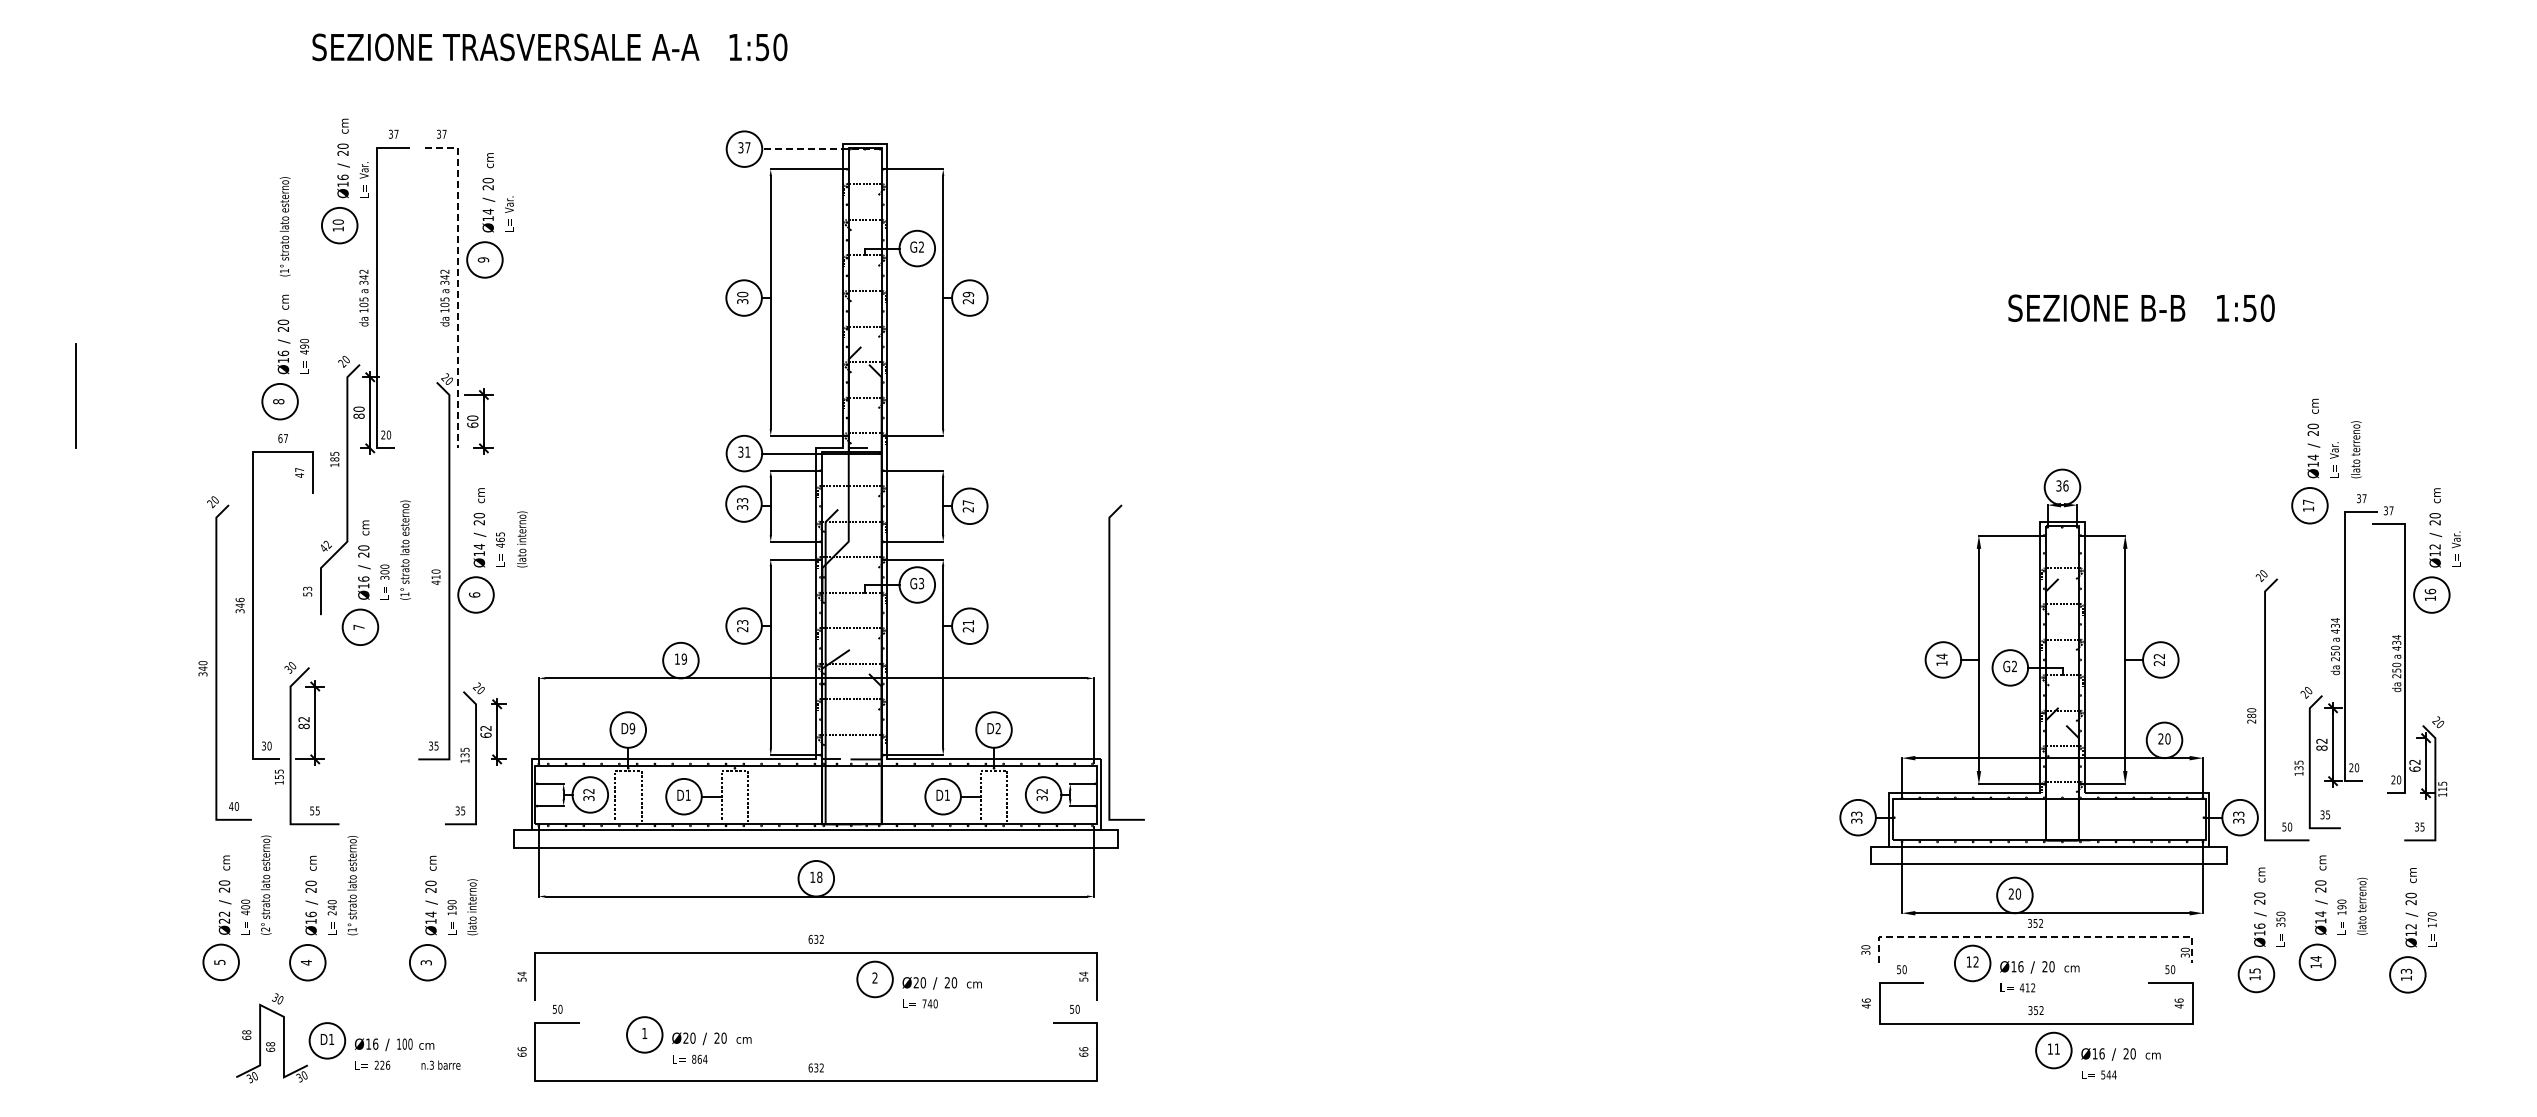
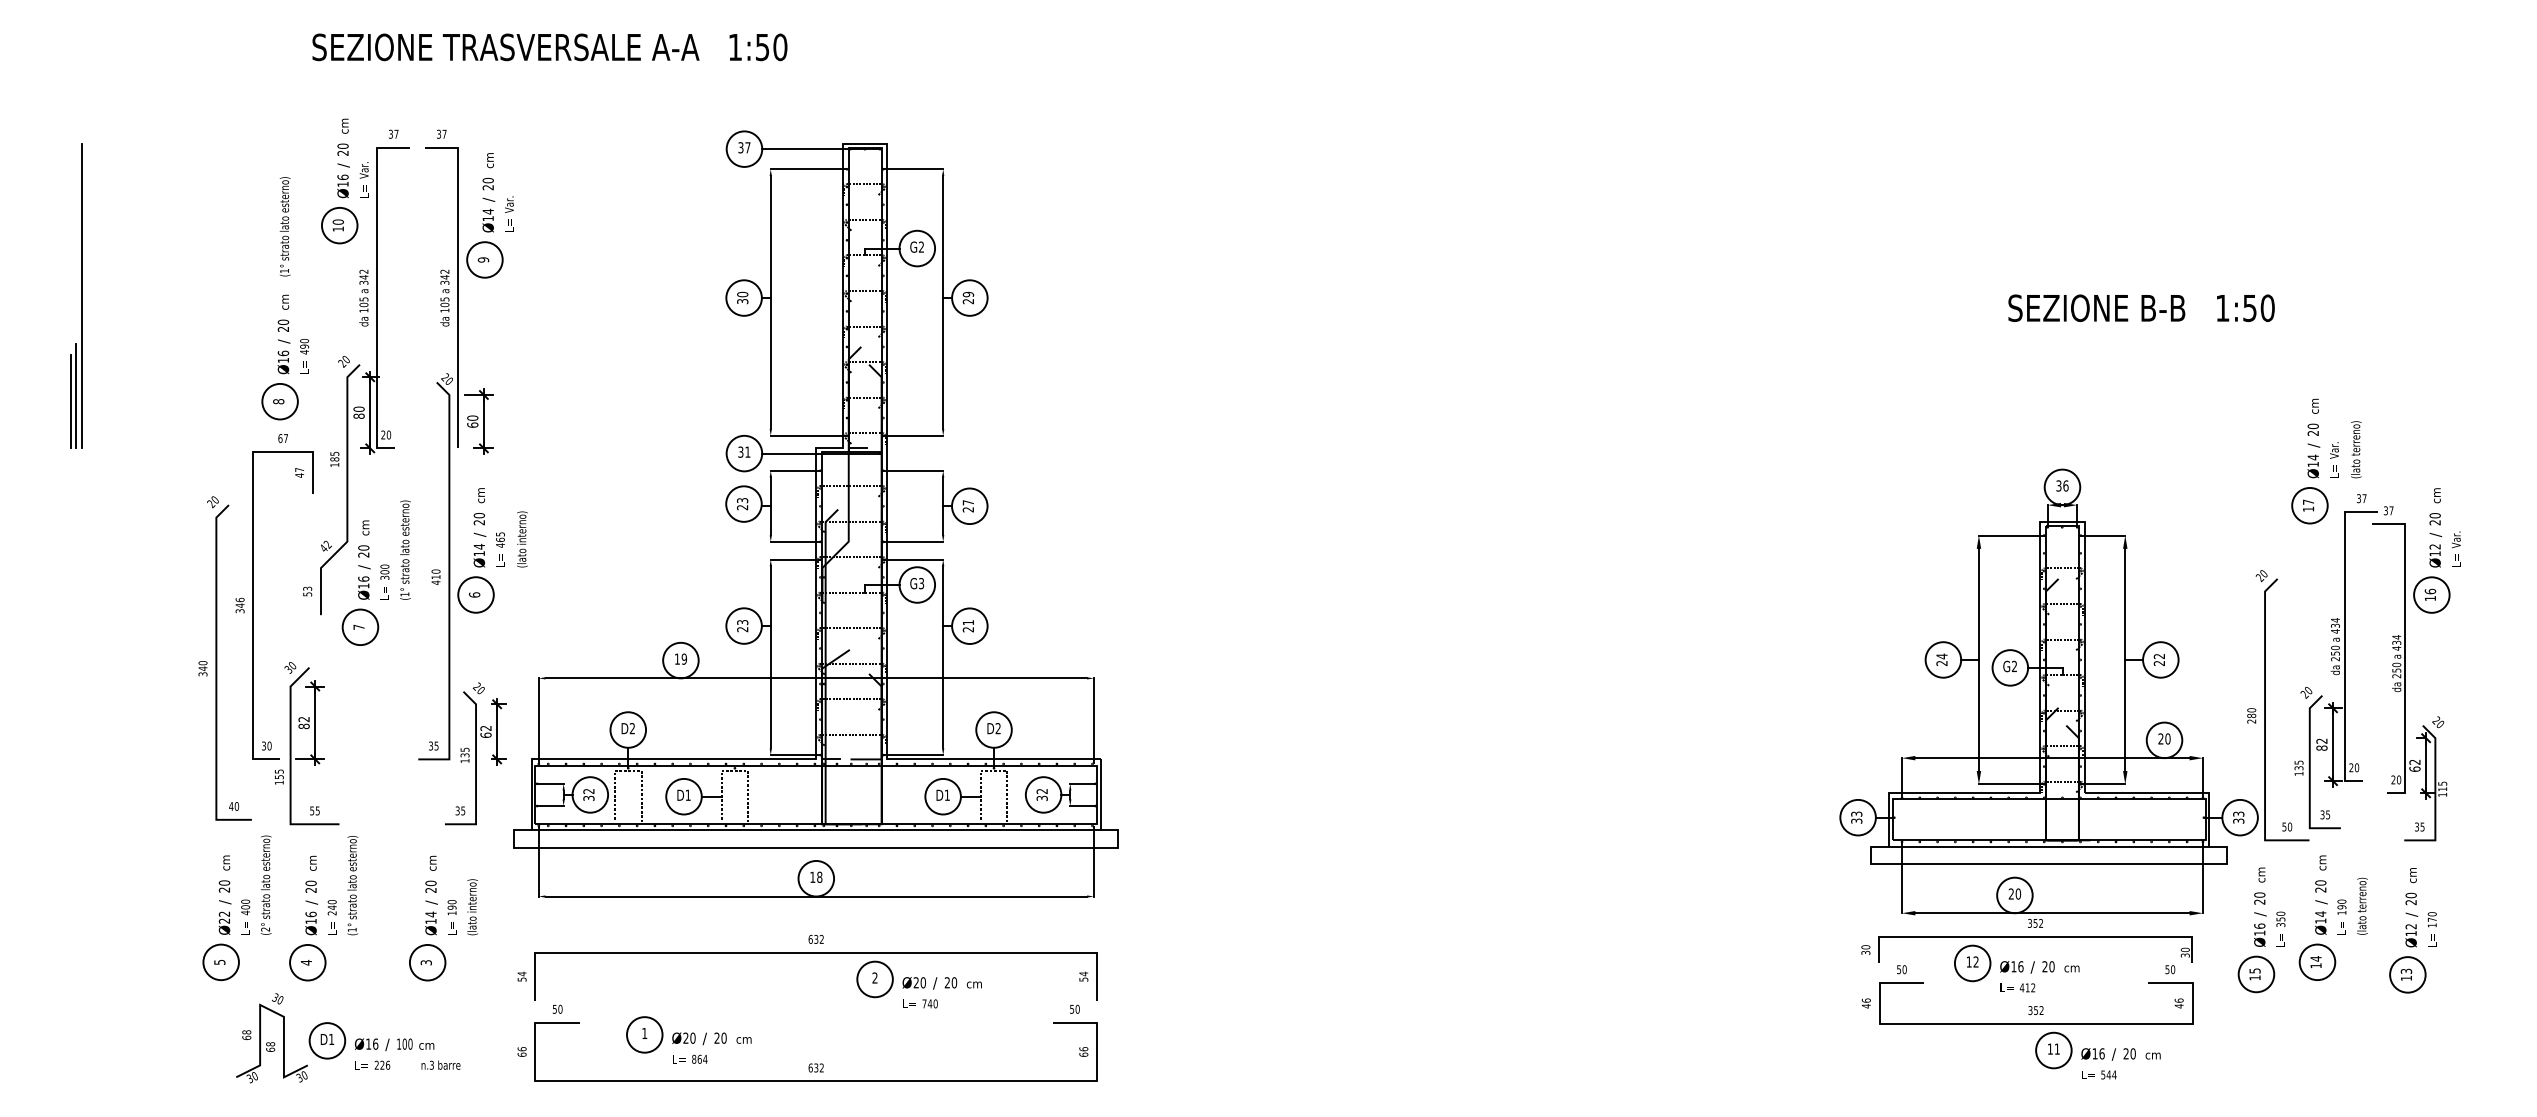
line at (820, 149): dashed -> solid
line at (458, 281): dashed -> solid
line at (81, 296): none -> present
line at (70, 401): none -> present
text at (742, 507): 33 -> 23
line at (1110, 662): present -> none
text at (1941, 663): 14 -> 24
text at (632, 728): D9 -> D2
line at (2036, 936): dashed -> solid
